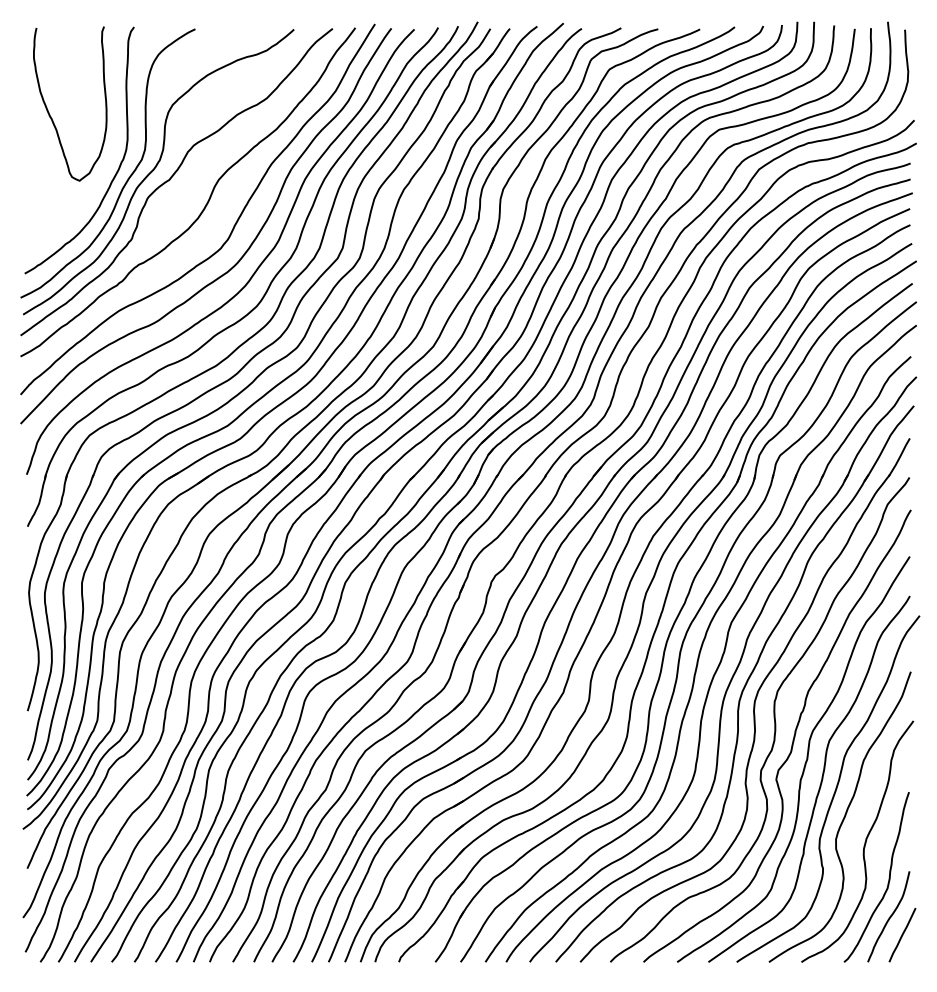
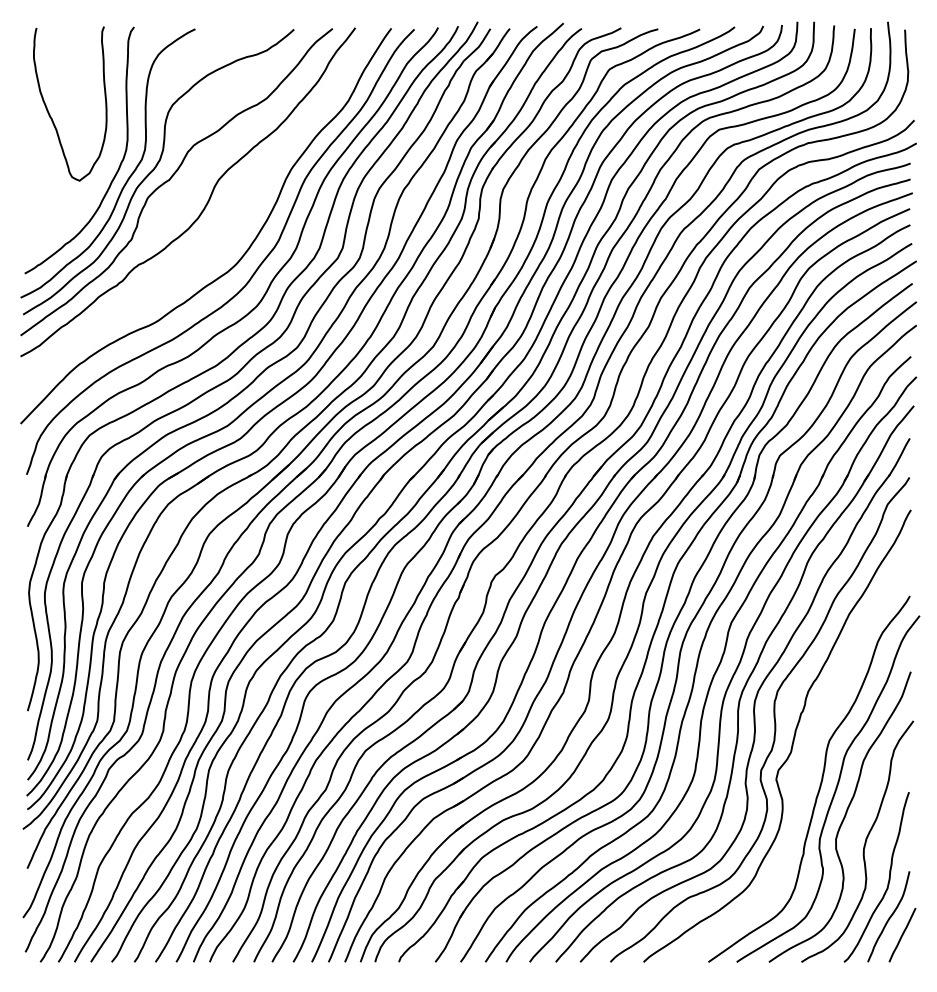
curve at (233, 225): present -> none
curve at (804, 763): present -> none
